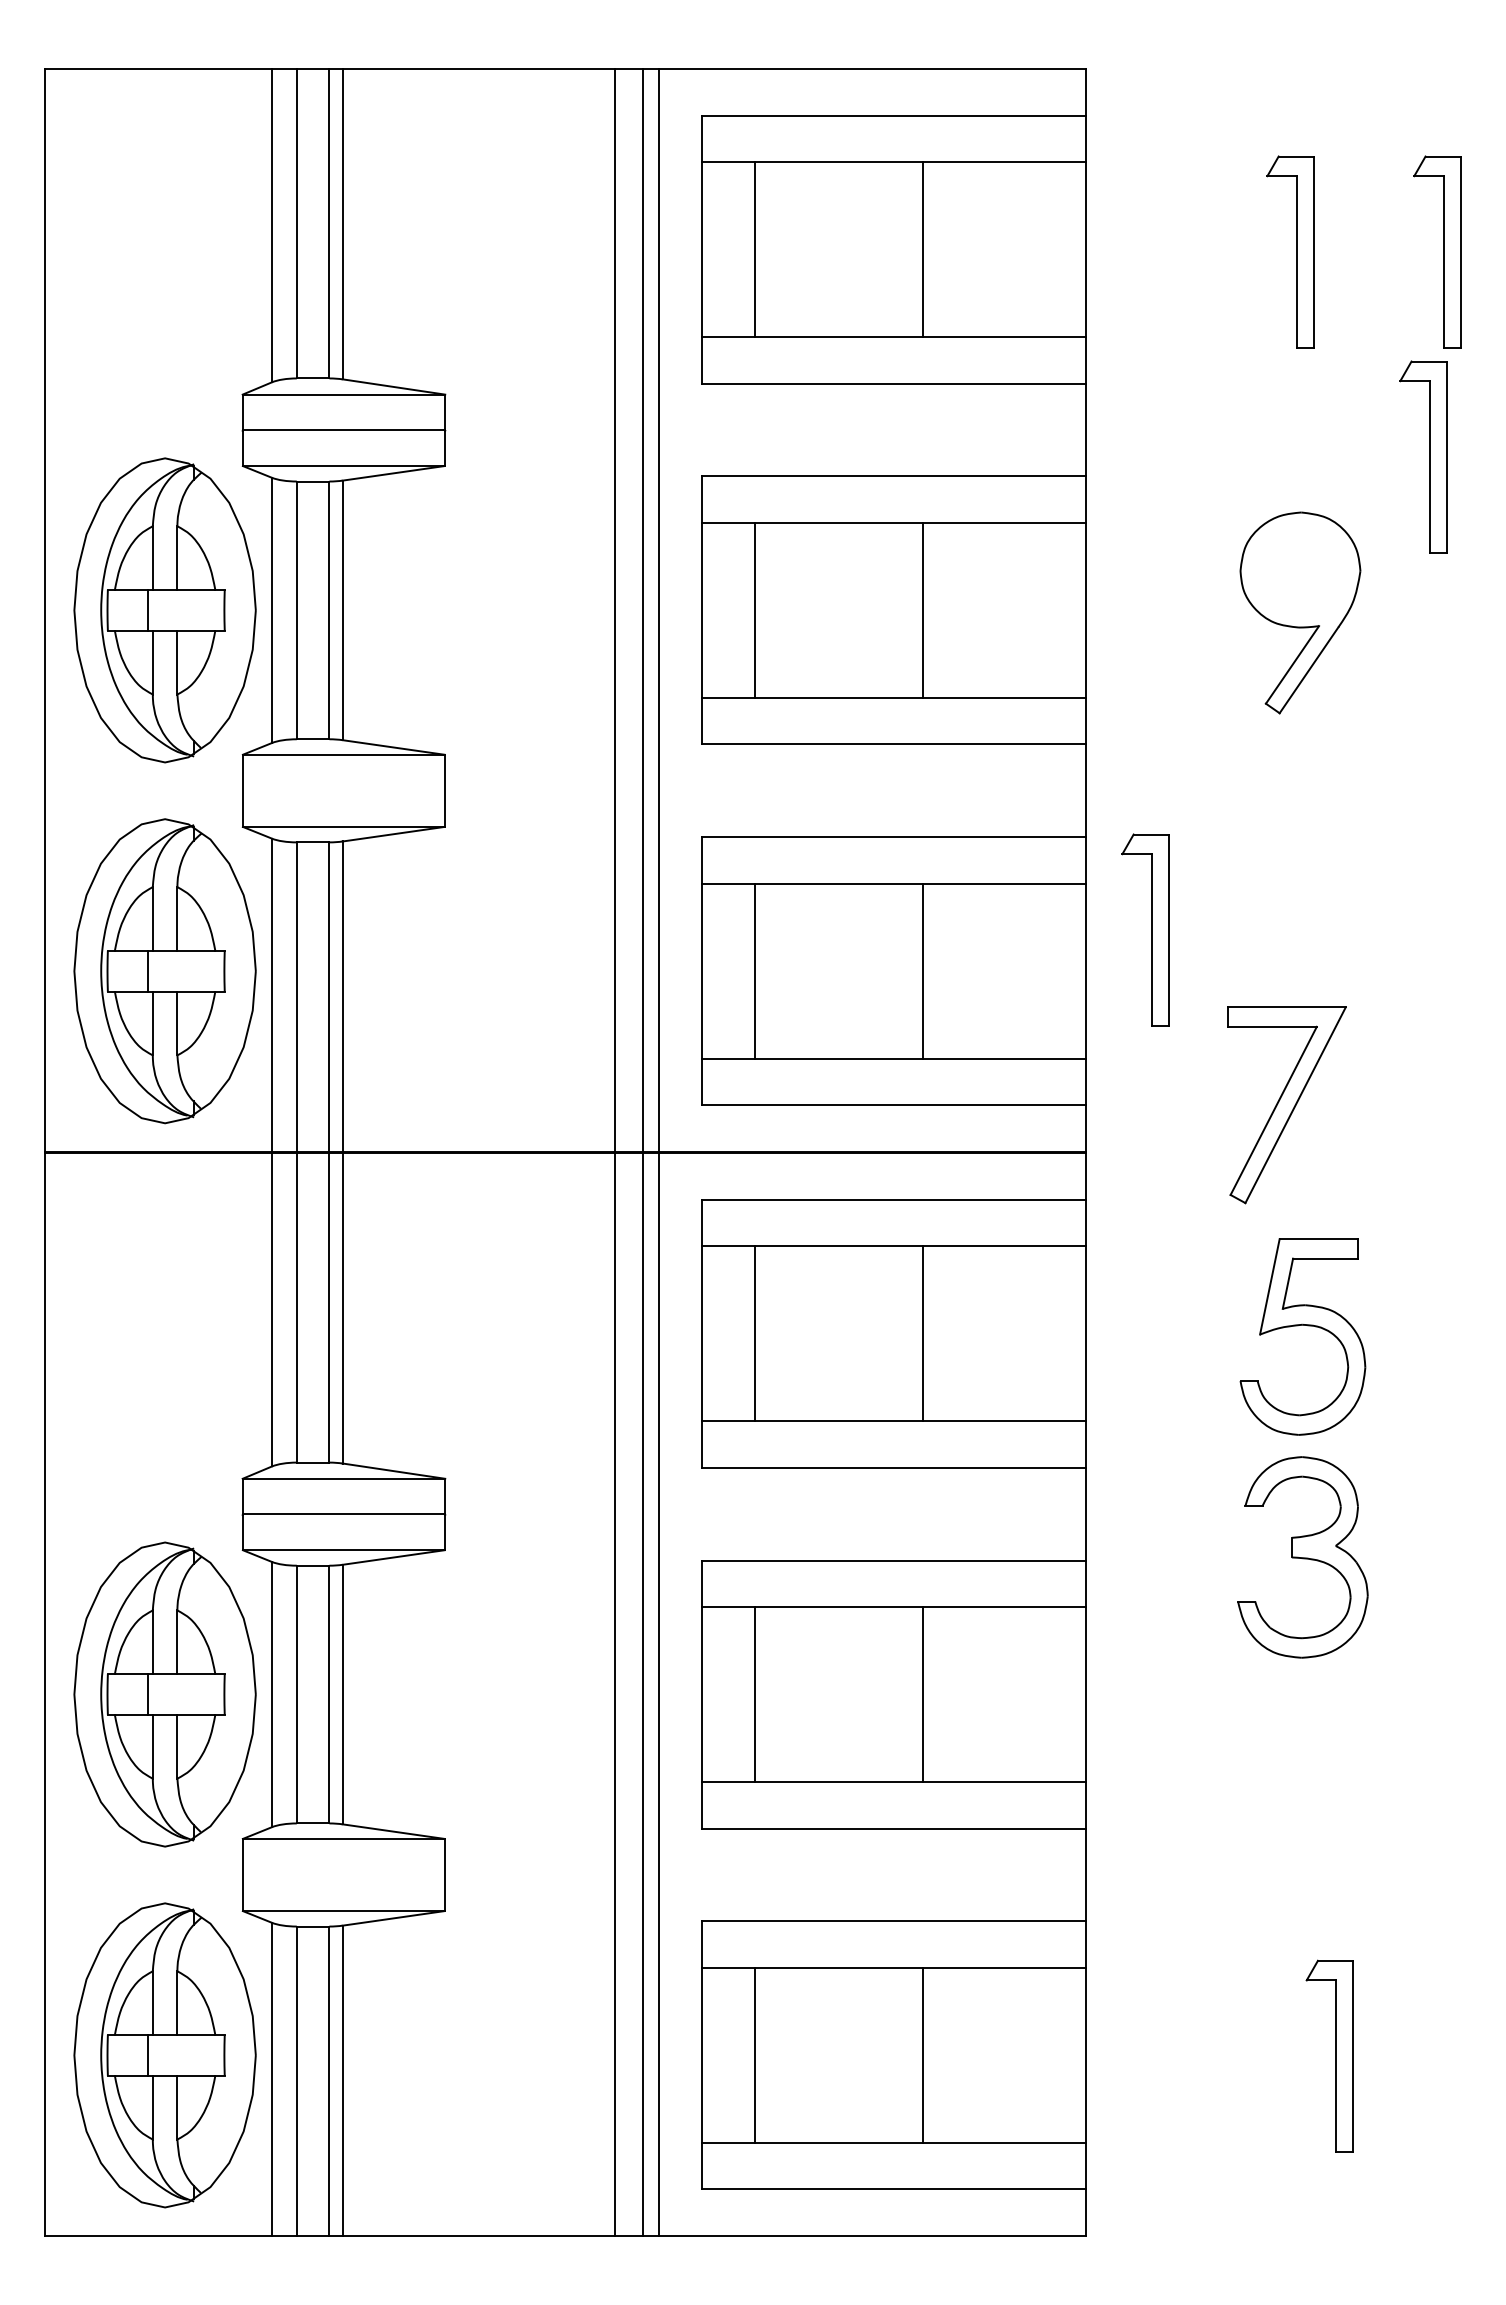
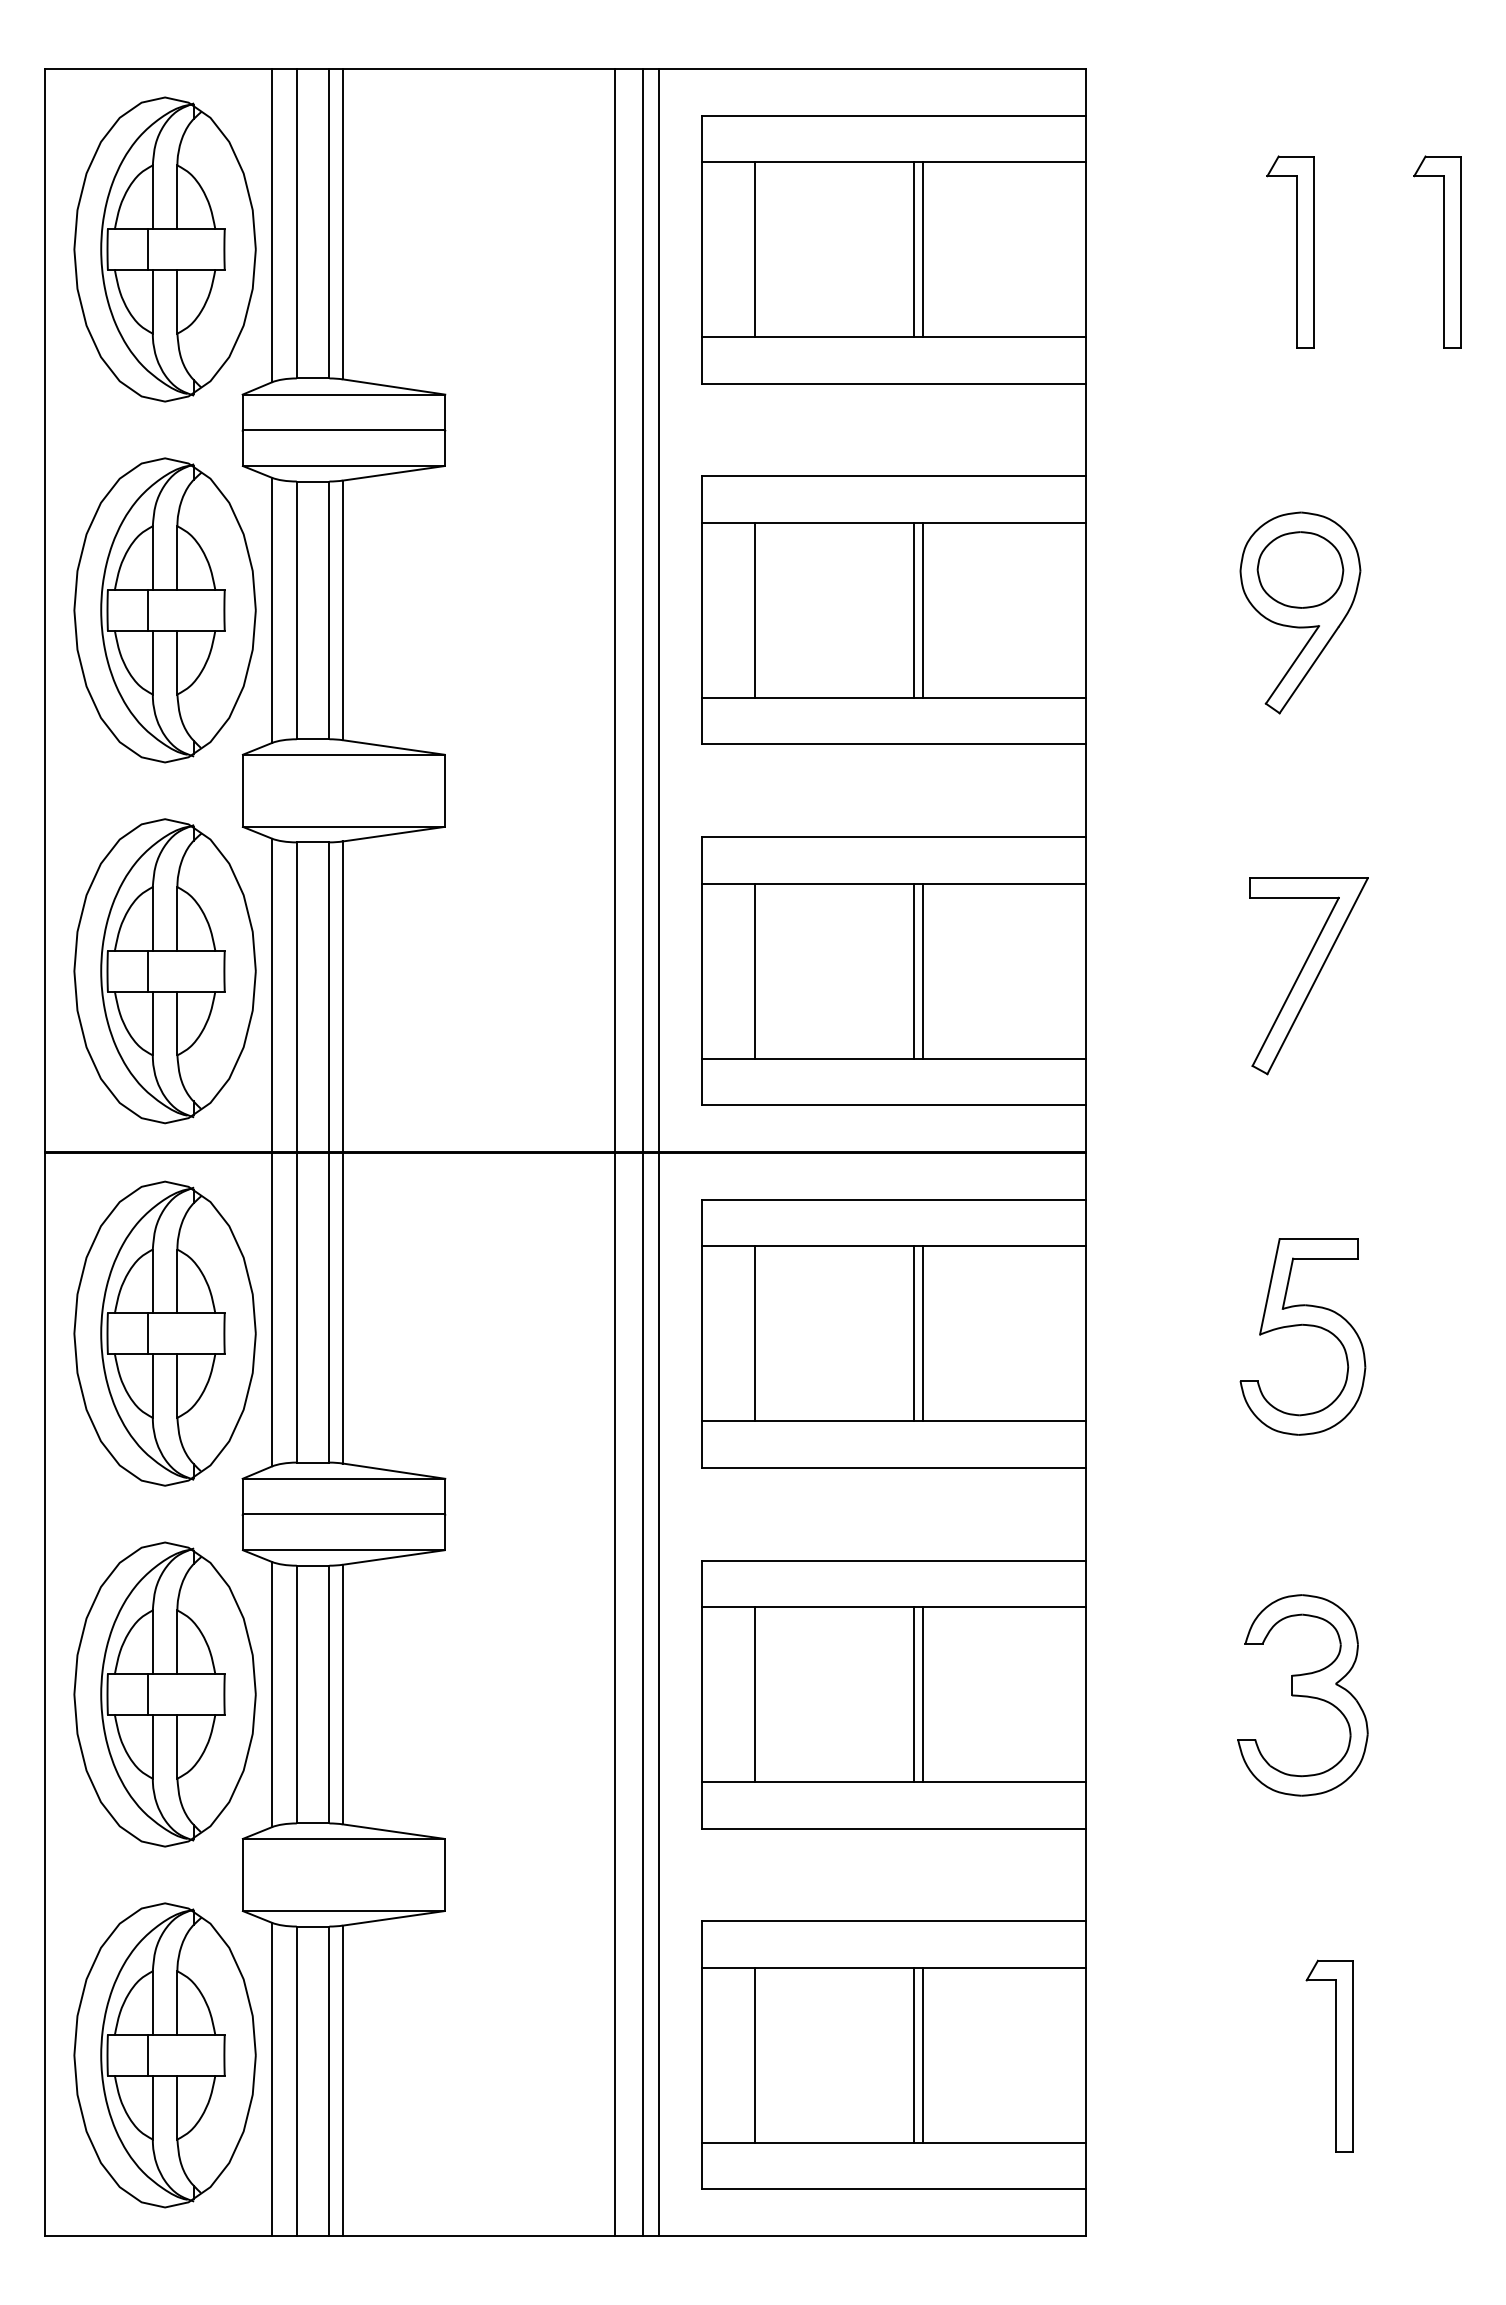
part at (164, 249): none -> present
line at (913, 249): none -> present
part at (1423, 456): present -> none
part at (1300, 569): none -> present
line at (913, 610): none -> present
part at (1145, 929): present -> none
line at (913, 970): none -> present
part at (1286, 1105) position: (1286, 1105) -> (1308, 976)
part at (164, 1333): none -> present
line at (913, 1333): none -> present
part at (1302, 1557) position: (1302, 1557) -> (1302, 1695)
line at (913, 1694): none -> present
line at (913, 2055): none -> present
